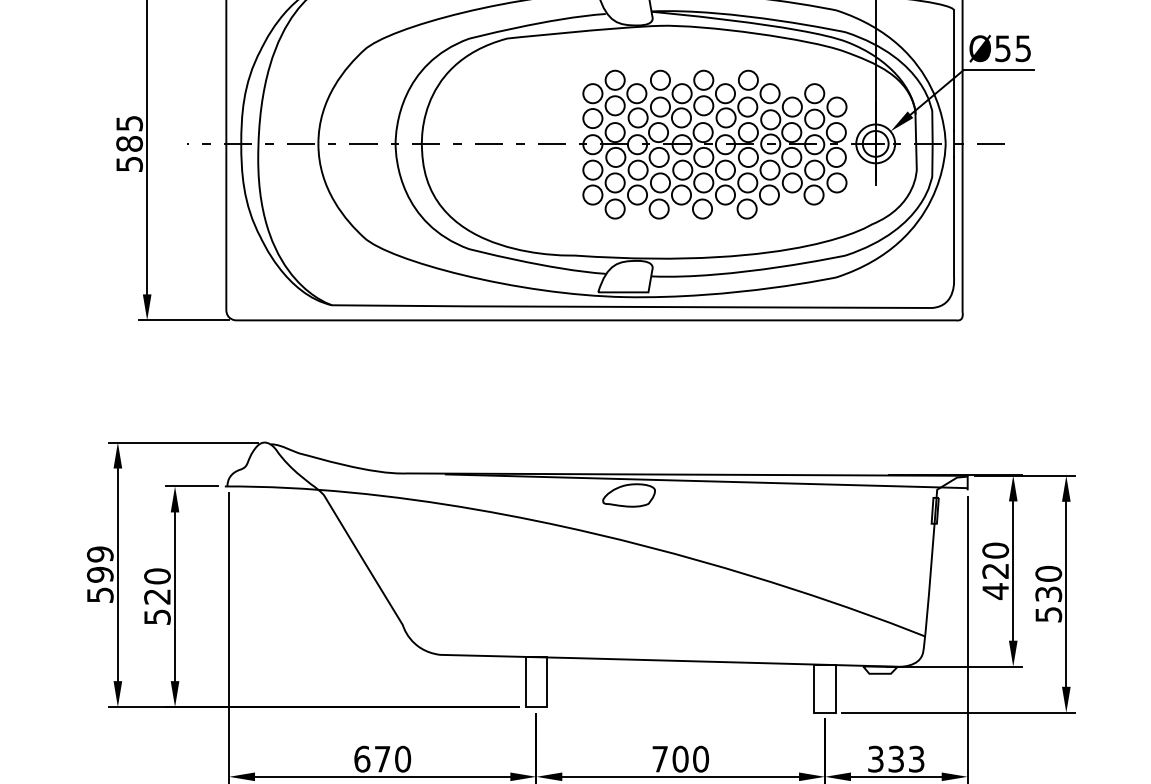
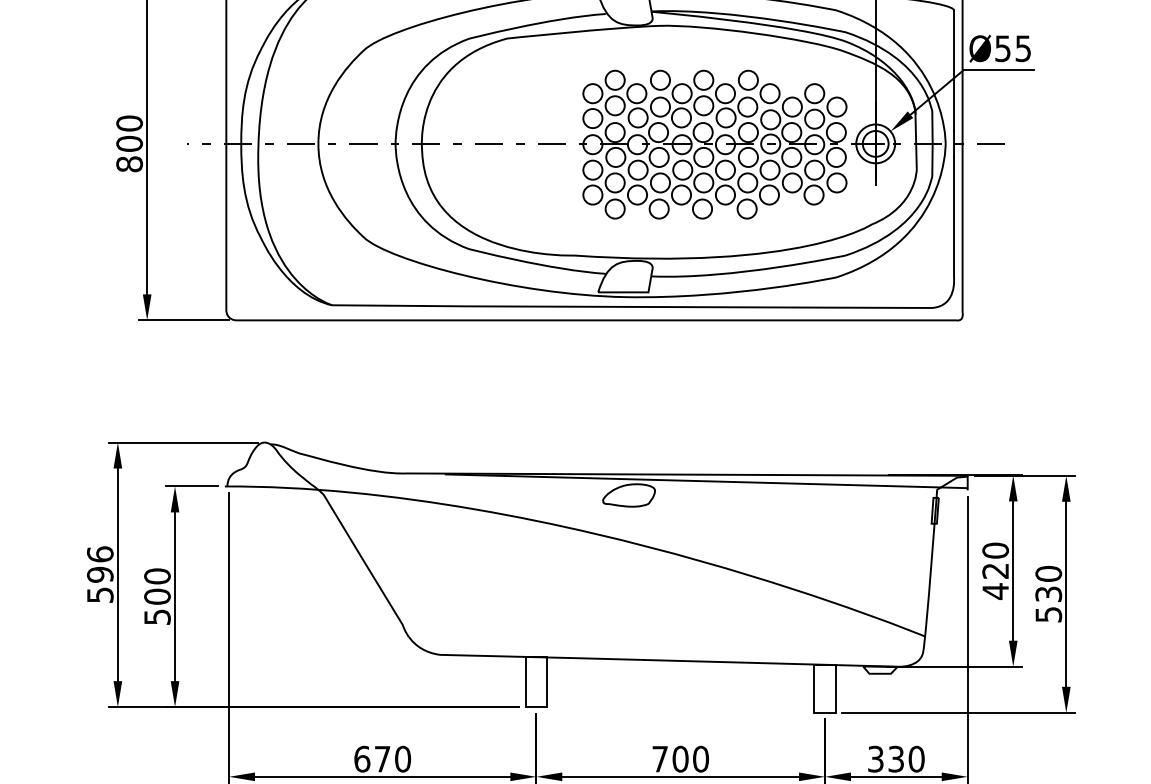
text at (129, 143): 585 -> 800
text at (99, 554): 599 -> 596
text at (157, 596): 520 -> 500
text at (916, 758): 333 -> 330
